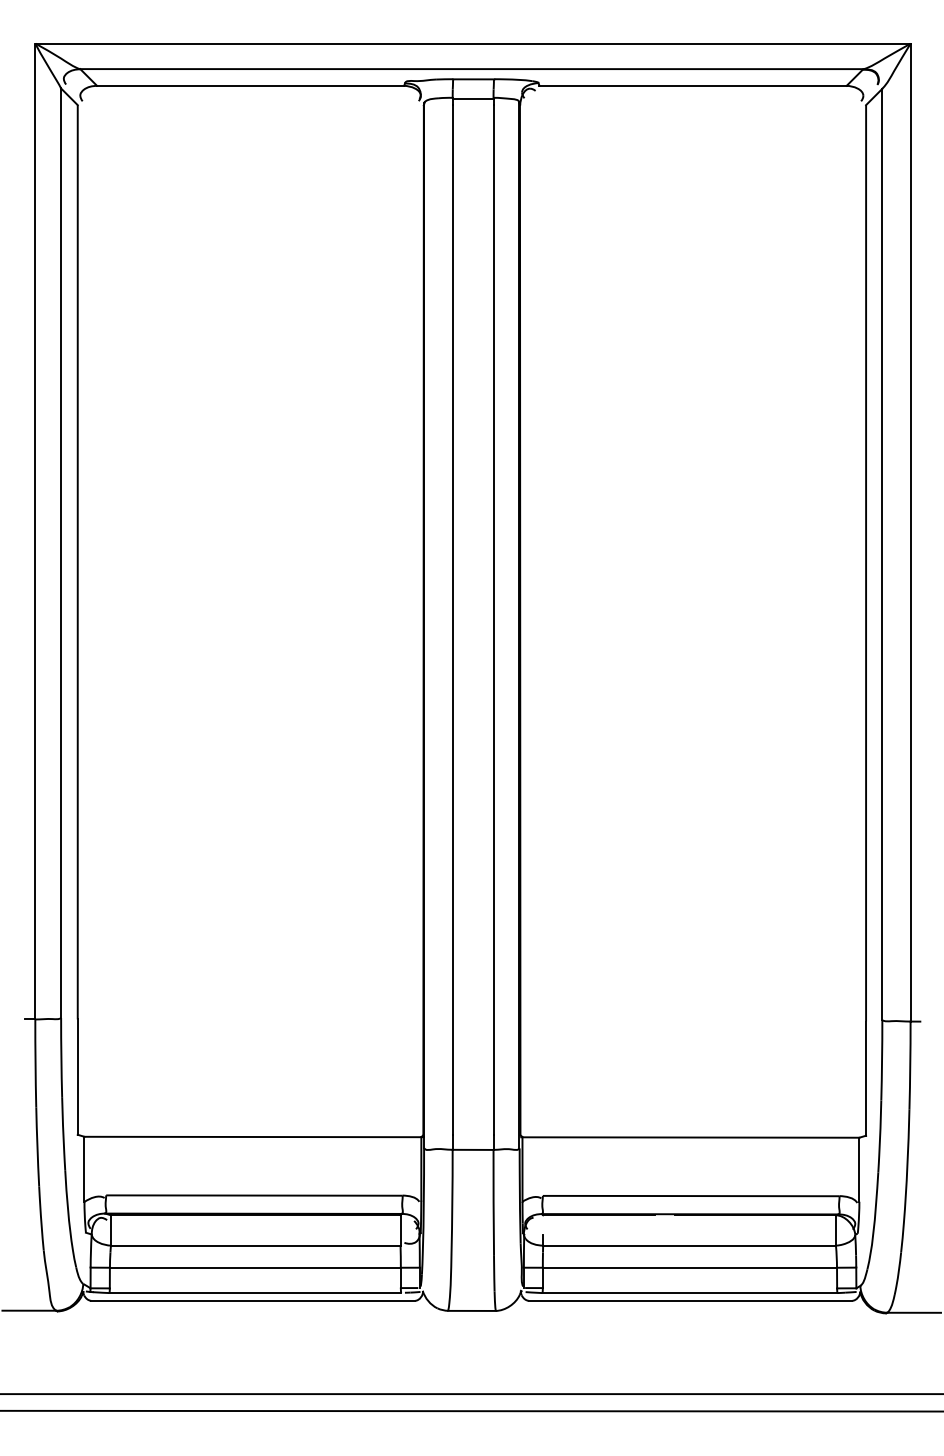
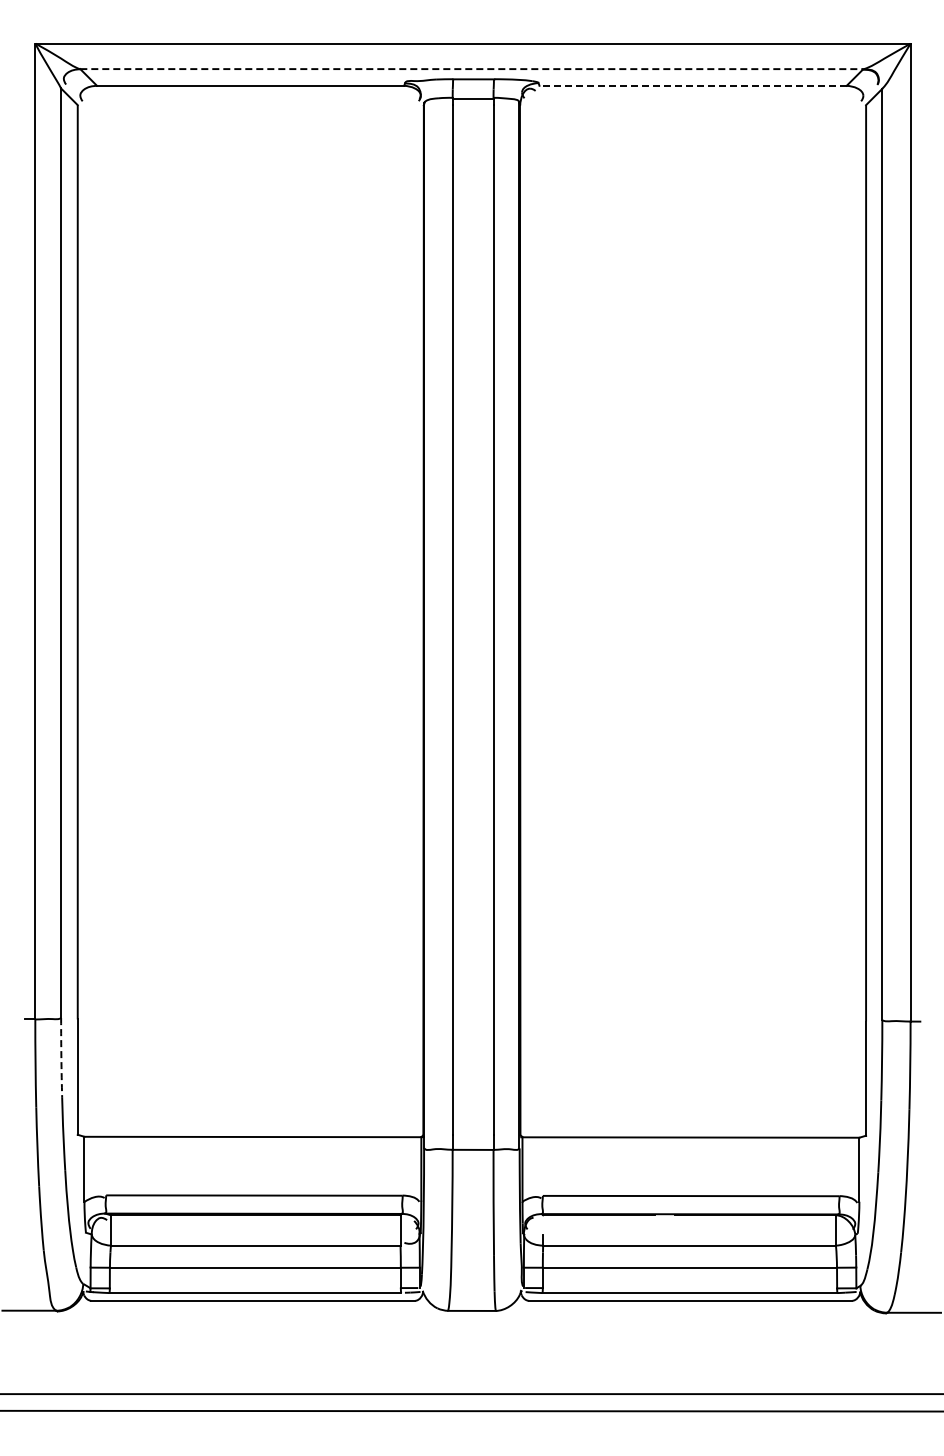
line at (471, 69): solid -> dashed
line at (693, 85): solid -> dashed
arc at (61, 1058): solid -> dashed
